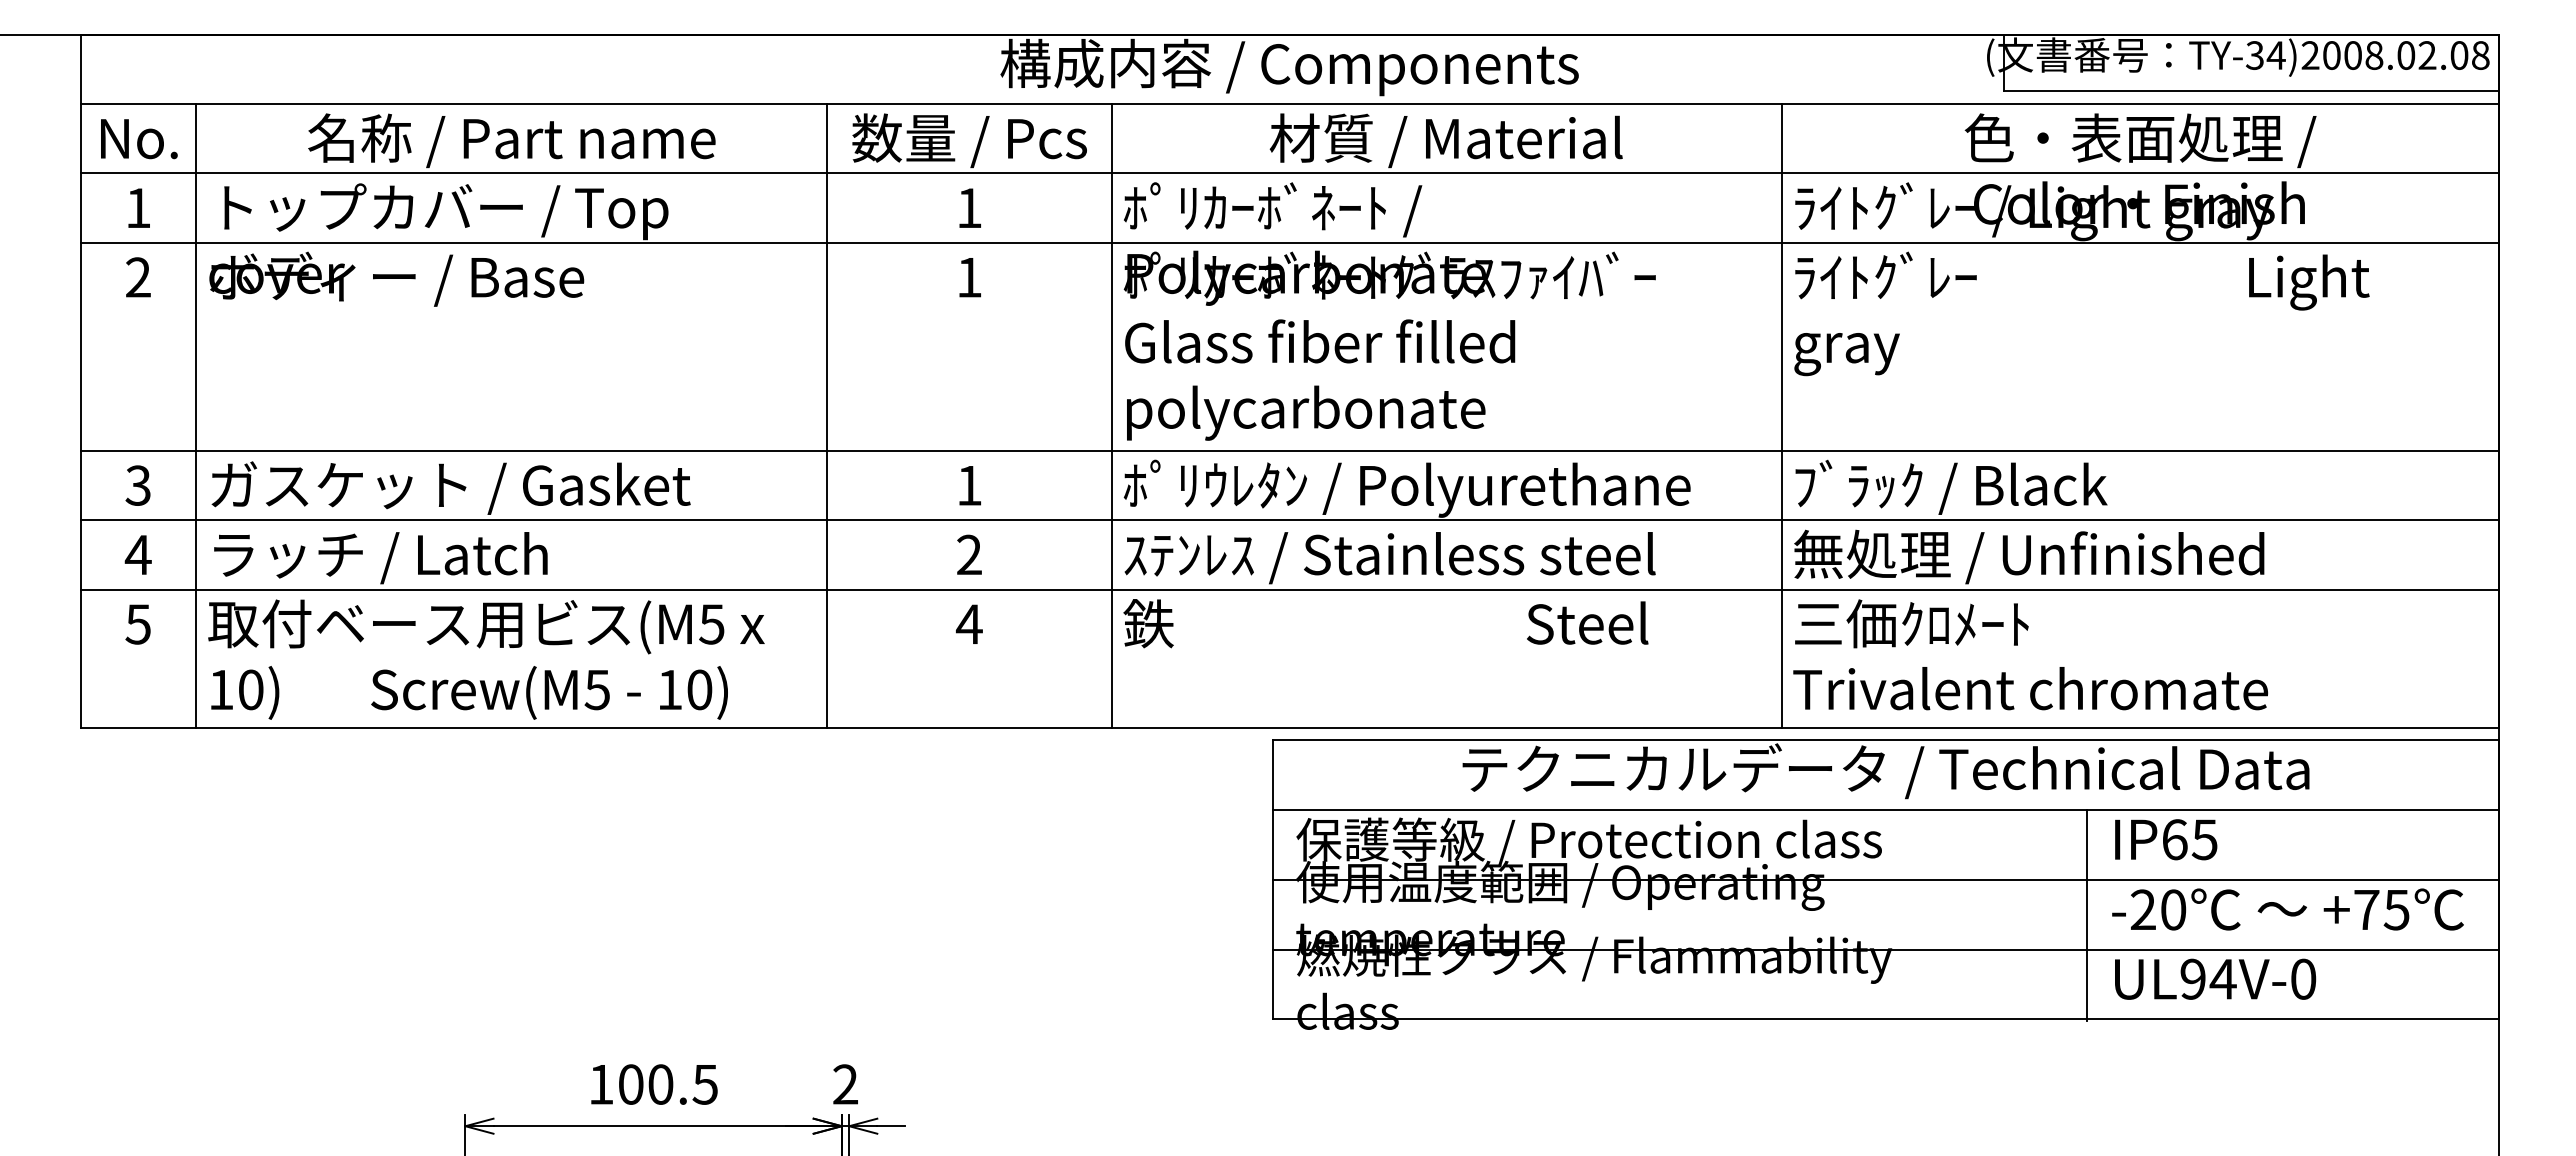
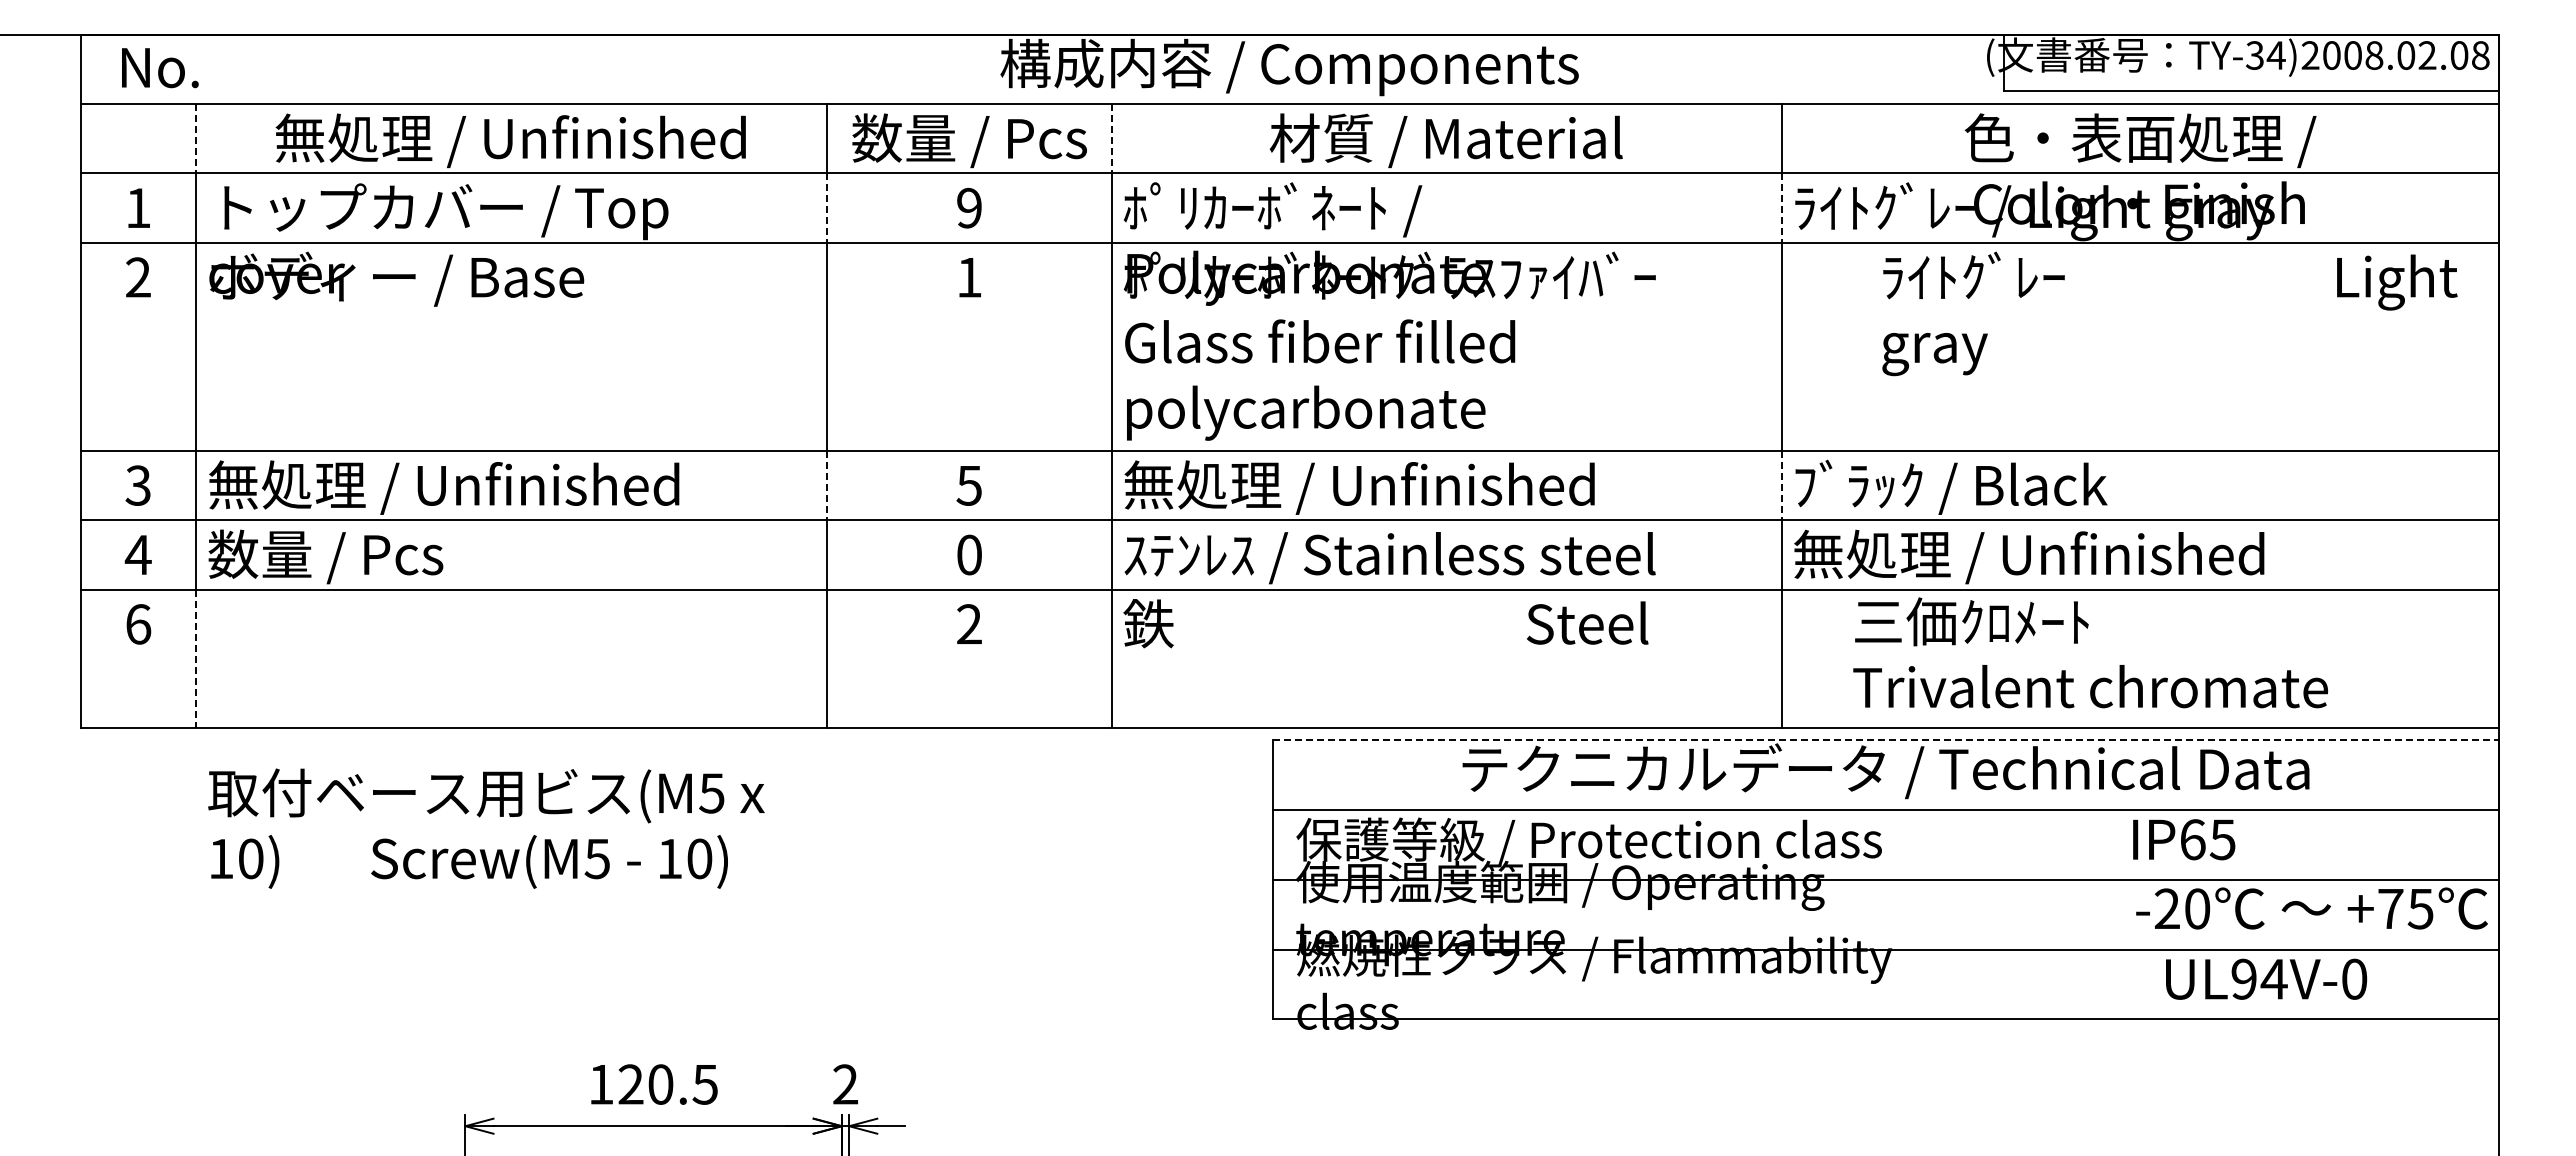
line at (196, 138): solid -> dashed
line at (1111, 138): solid -> dashed
text at (139, 139) position: (139, 139) -> (160, 68)
text at (510, 140): 名称 / Part name -> 無処理 / Unfinished
text at (969, 207): 1 -> 9
line at (827, 208): solid -> dashed
line at (1781, 208): solid -> dashed
text at (2081, 313) position: (2081, 313) -> (2169, 313)
line at (827, 485): solid -> dashed
text at (968, 485): 1 -> 5
line at (1781, 485): solid -> dashed
text at (449, 487): ガスケット / Gasket -> 無処理 / Unfinished
text at (1406, 488): ﾎﾟﾘｳﾚﾀﾝ / Polyurethane -> 無処理 / Unfinished
text at (969, 554): 2 -> 0
text at (377, 556): ラッチ / Latch -> 数量 / Pcs
text at (968, 623): 4 -> 2
text at (138, 624): 5 -> 6
text at (2030, 654) position: (2030, 654) -> (2090, 652)
line at (196, 659): solid -> dashed
text at (486, 659) position: (486, 659) -> (486, 828)
line at (1886, 739): solid -> dashed
text at (2166, 839) position: (2166, 839) -> (2184, 839)
text at (2287, 909) position: (2287, 909) -> (2311, 908)
line at (2087, 914): present -> none
text at (2215, 978) position: (2215, 978) -> (2266, 978)
text at (630, 1084): 100.5 -> 120.5
